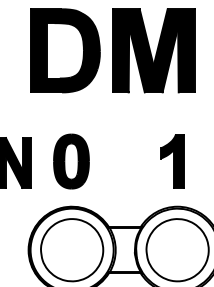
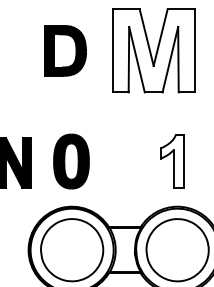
part at (65, 50) size: 71x86 px -> 43x52 px
fill at (153, 50): present -> none
fill at (172, 160): present -> none
